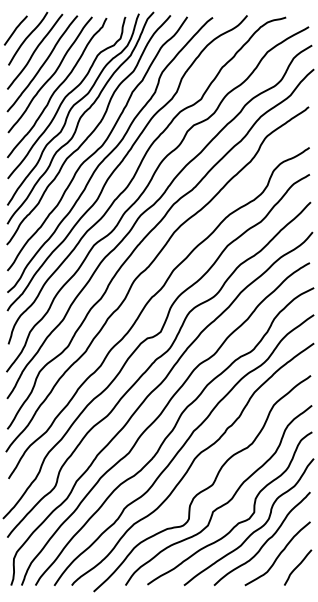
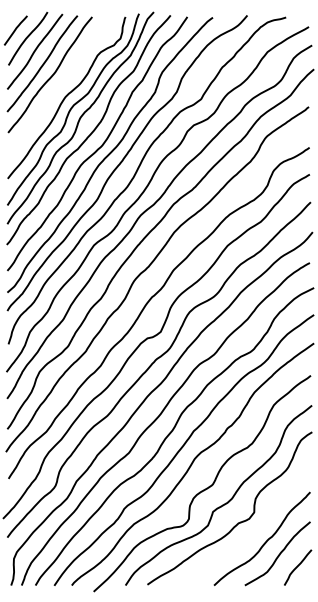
curve at (57, 88): present -> none
curve at (254, 530): present -> none
